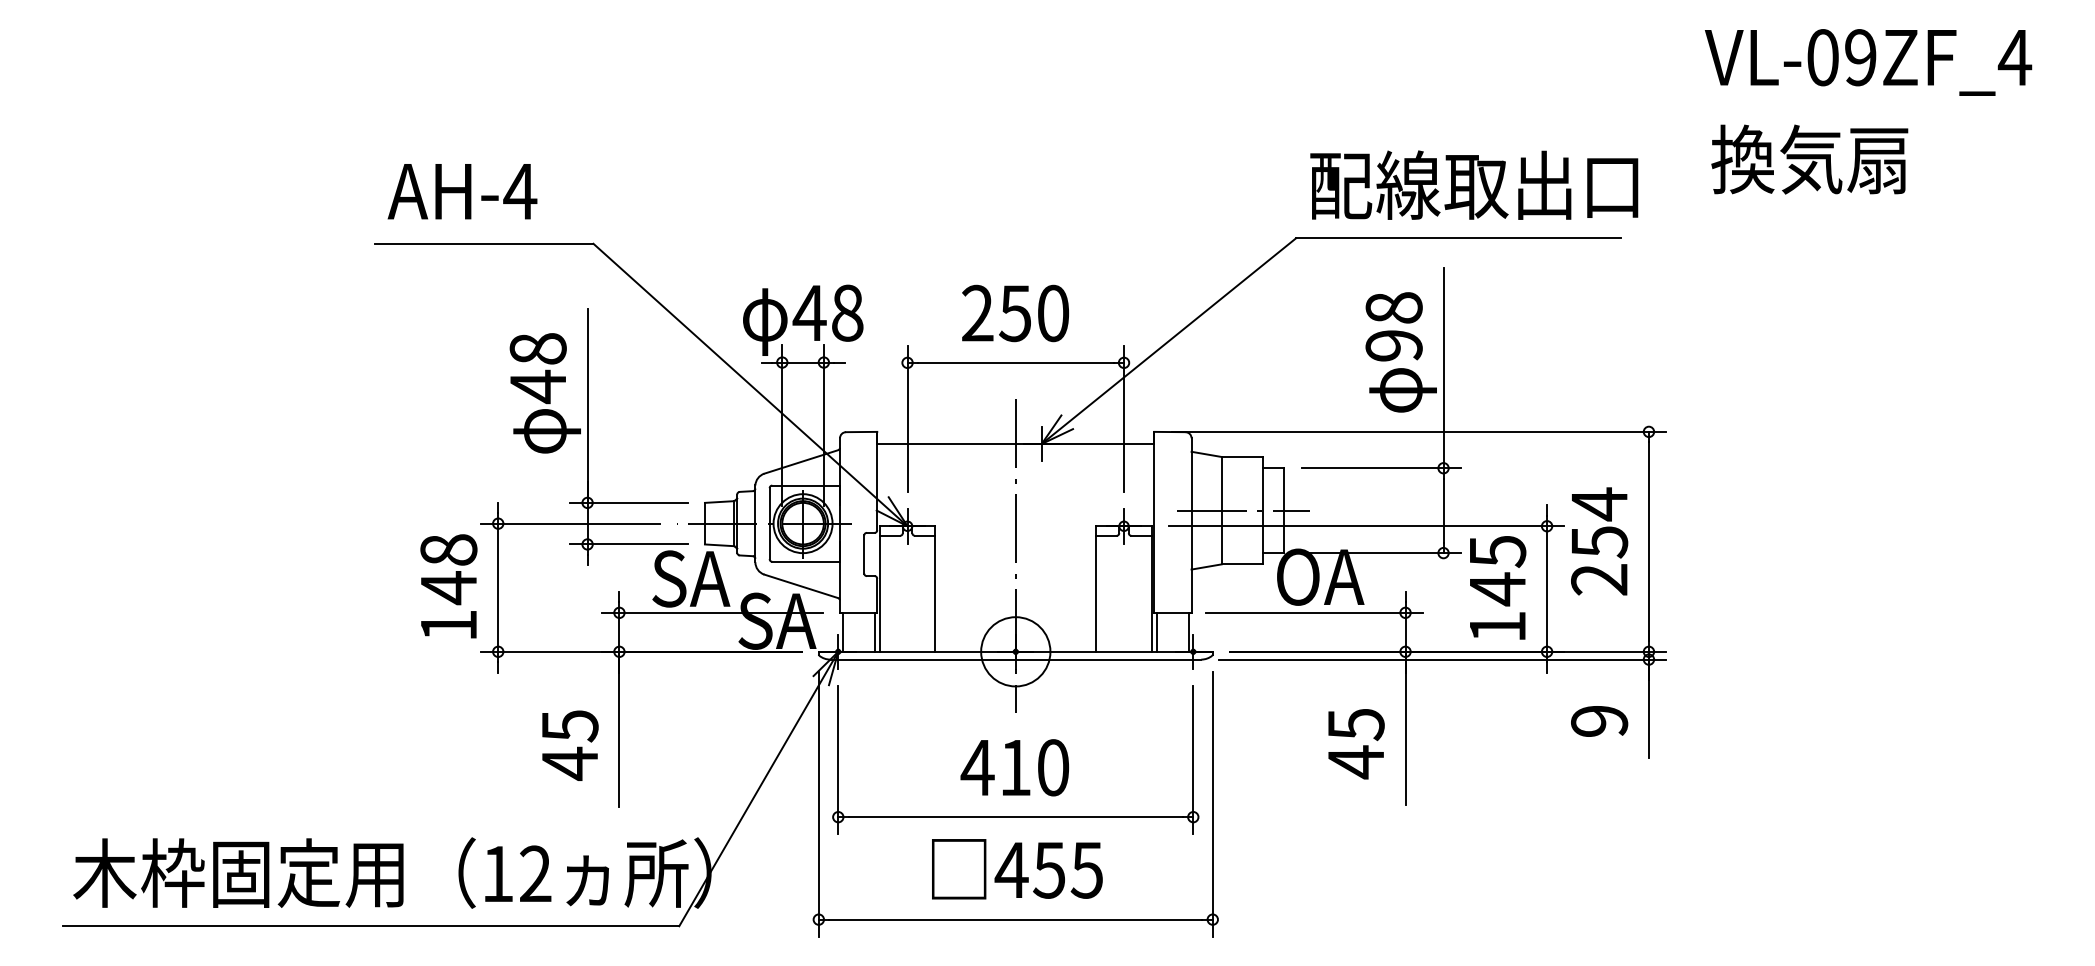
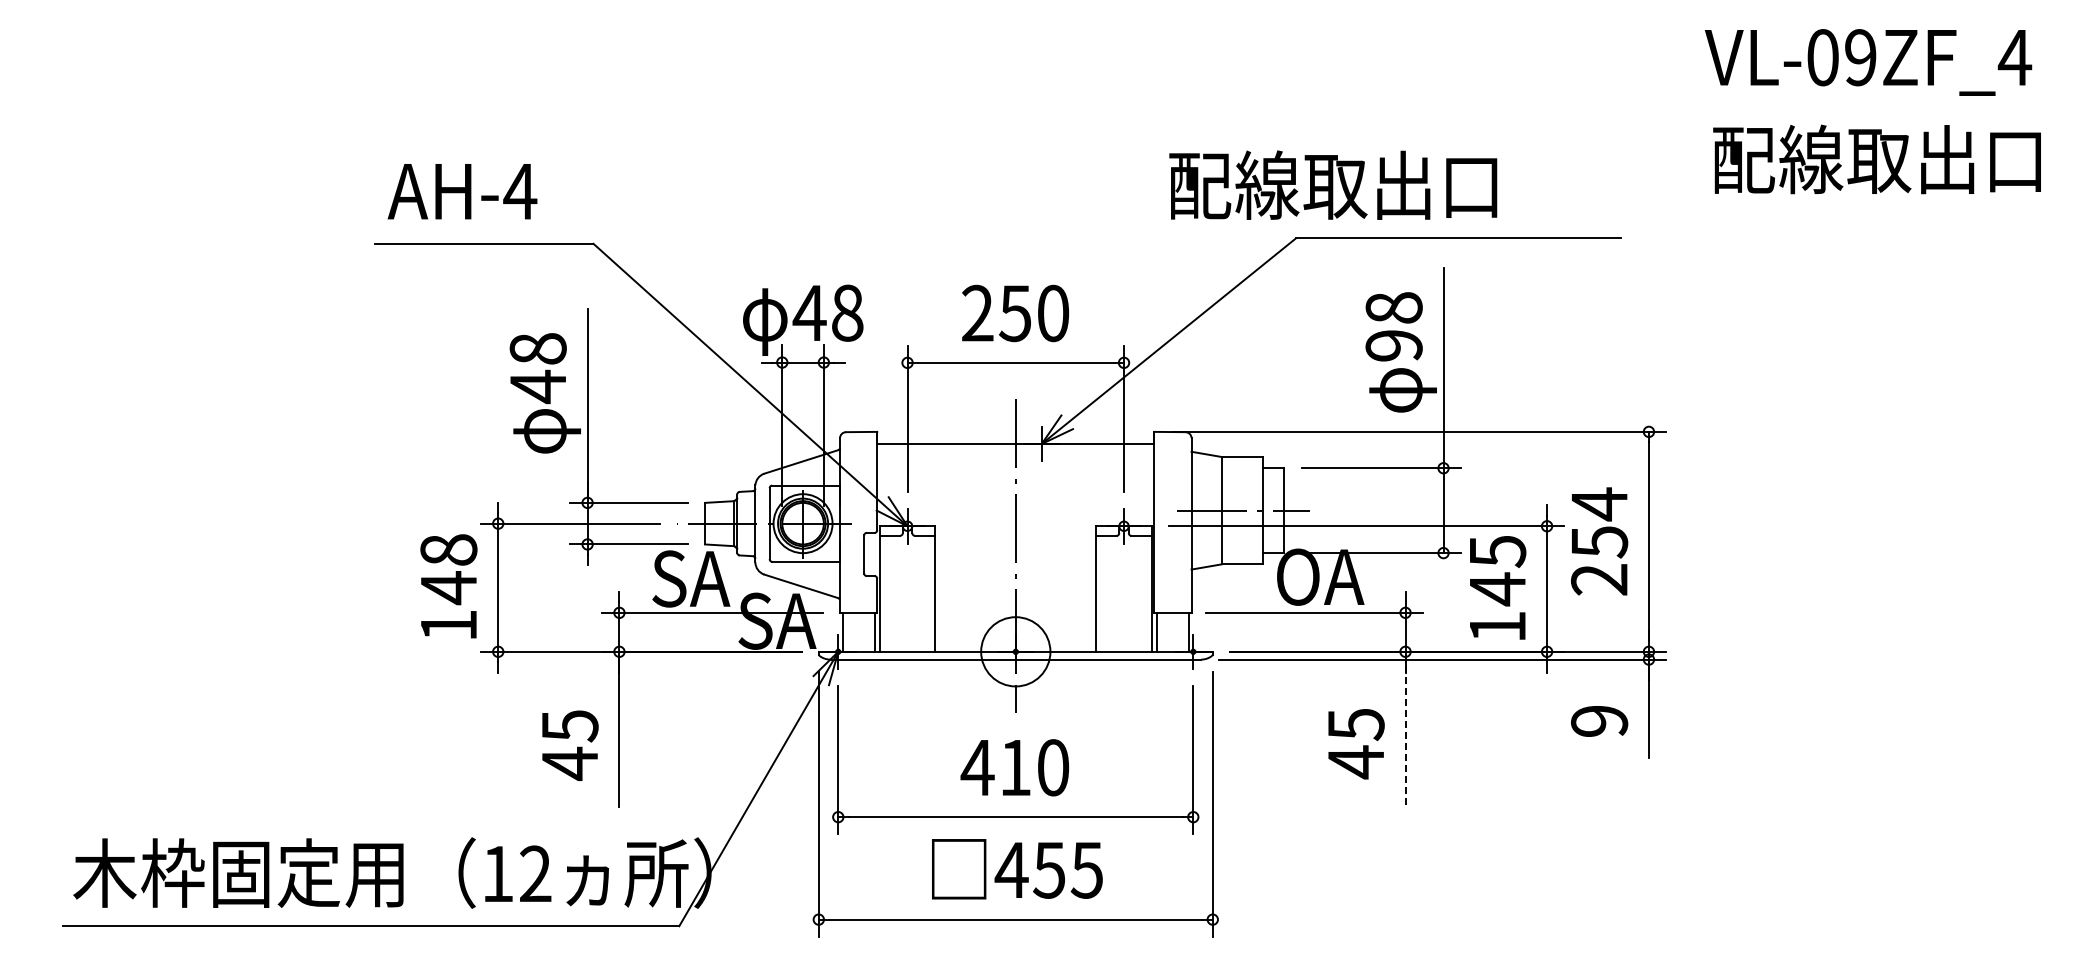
text at (1875, 159): 換気扇 -> 配線取出口
text at (1474, 184) position: (1474, 184) -> (1333, 184)
line at (1405, 728): solid -> dashed
